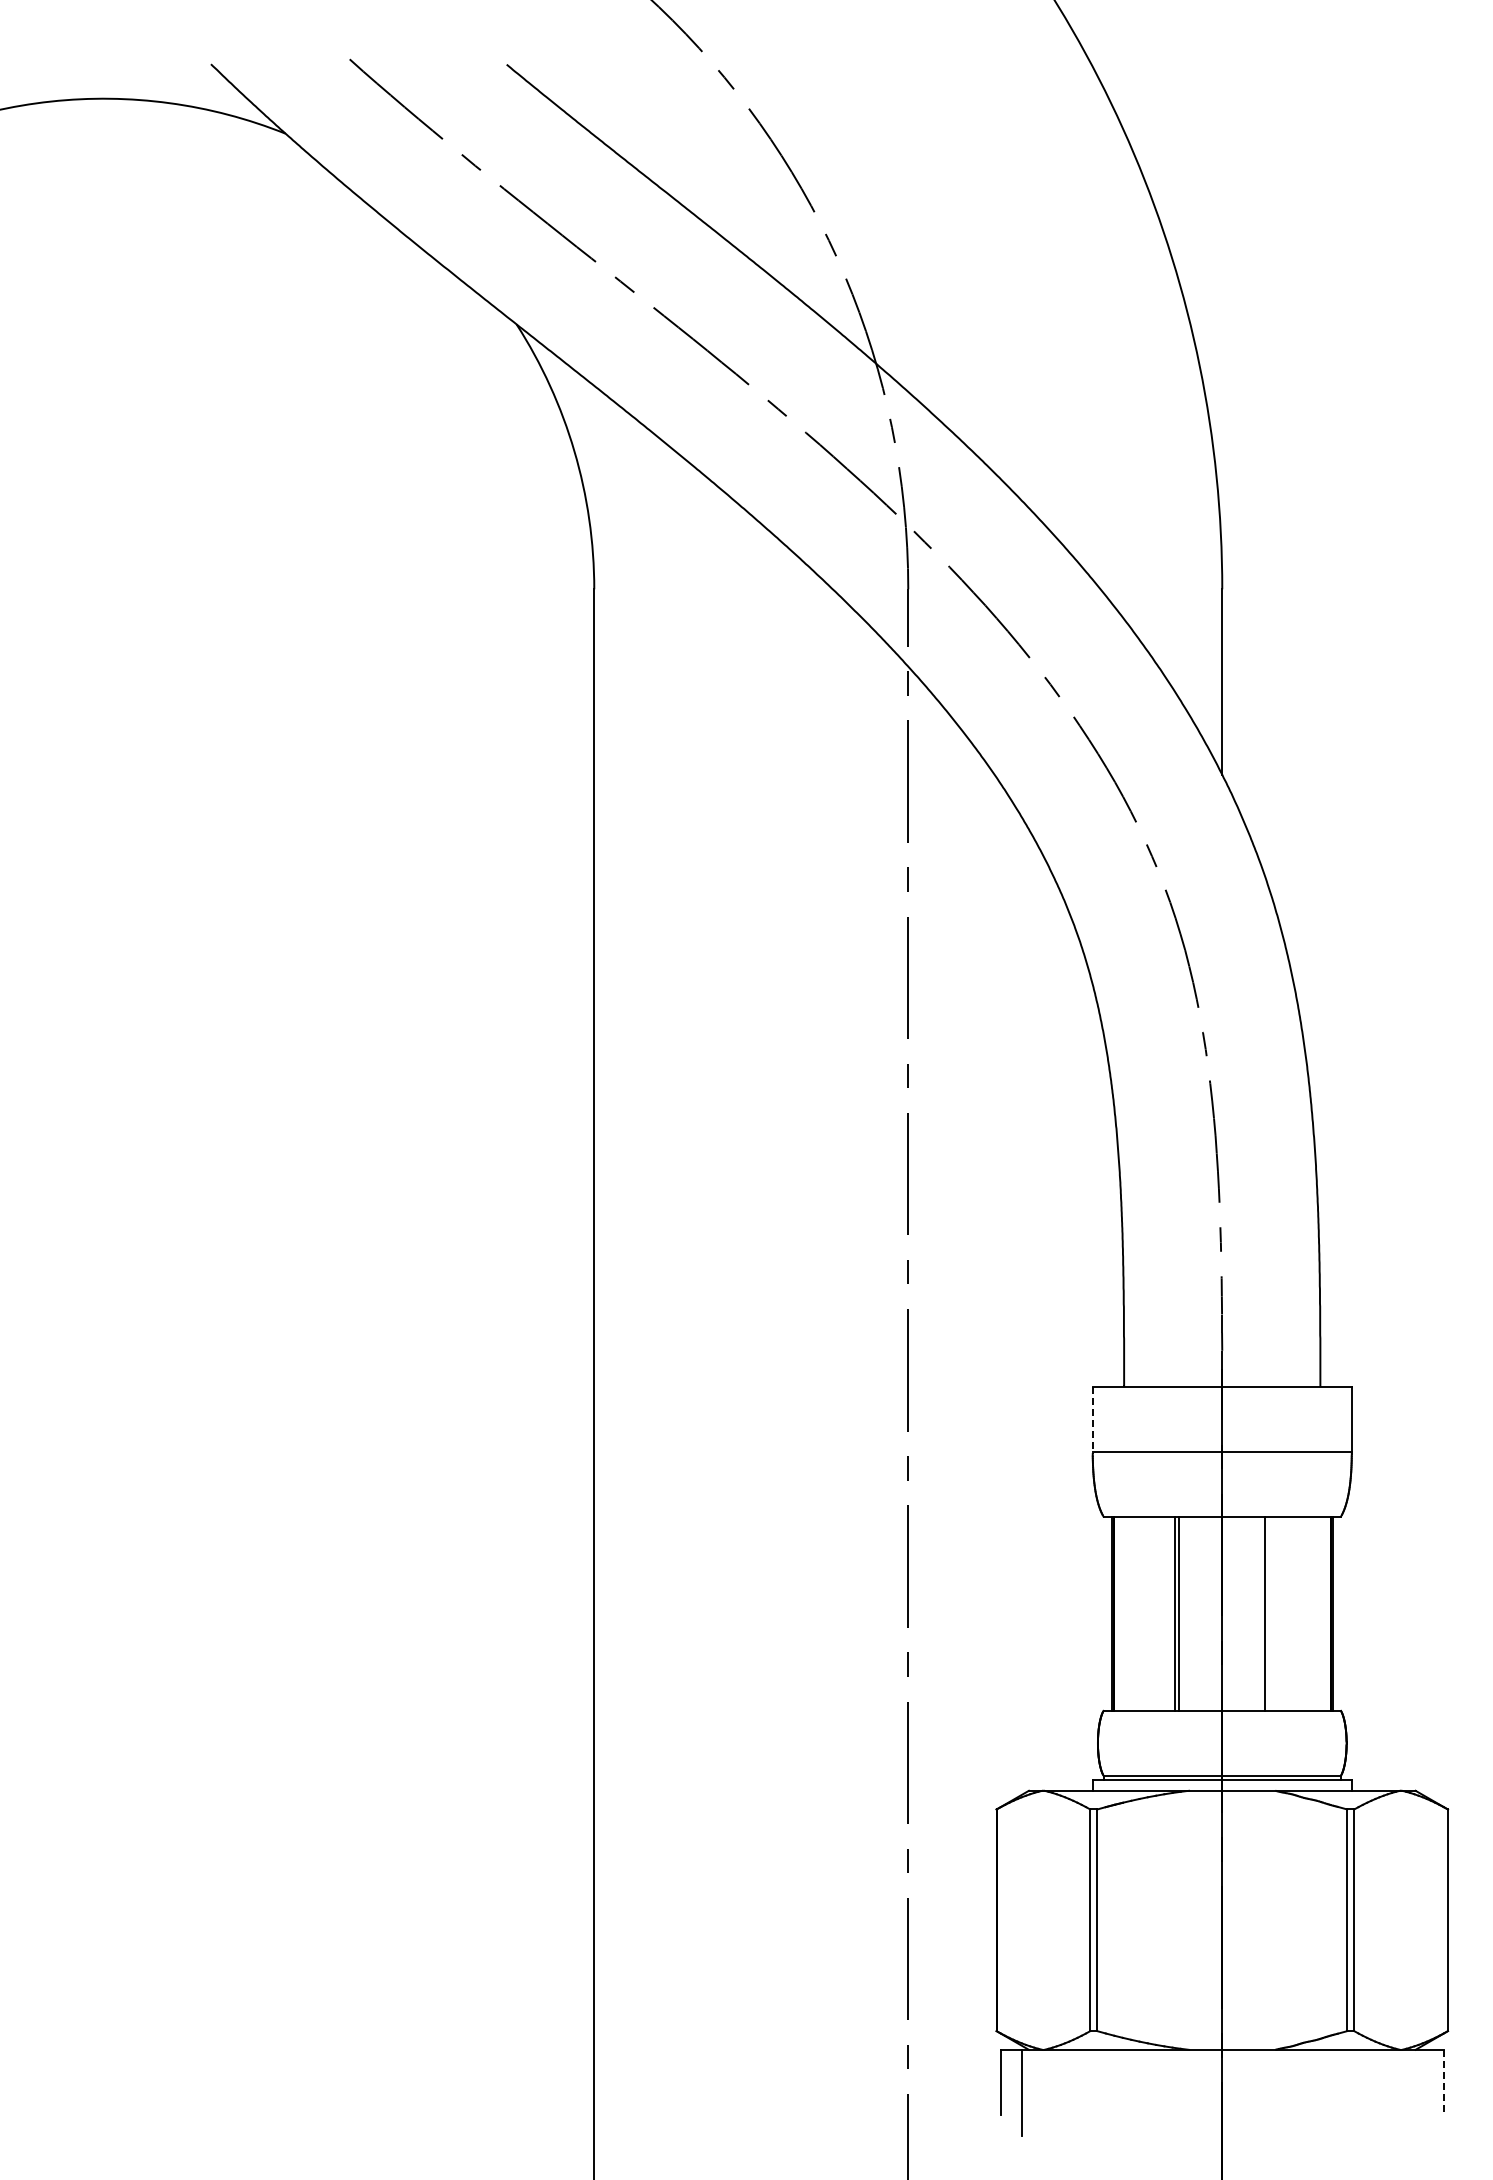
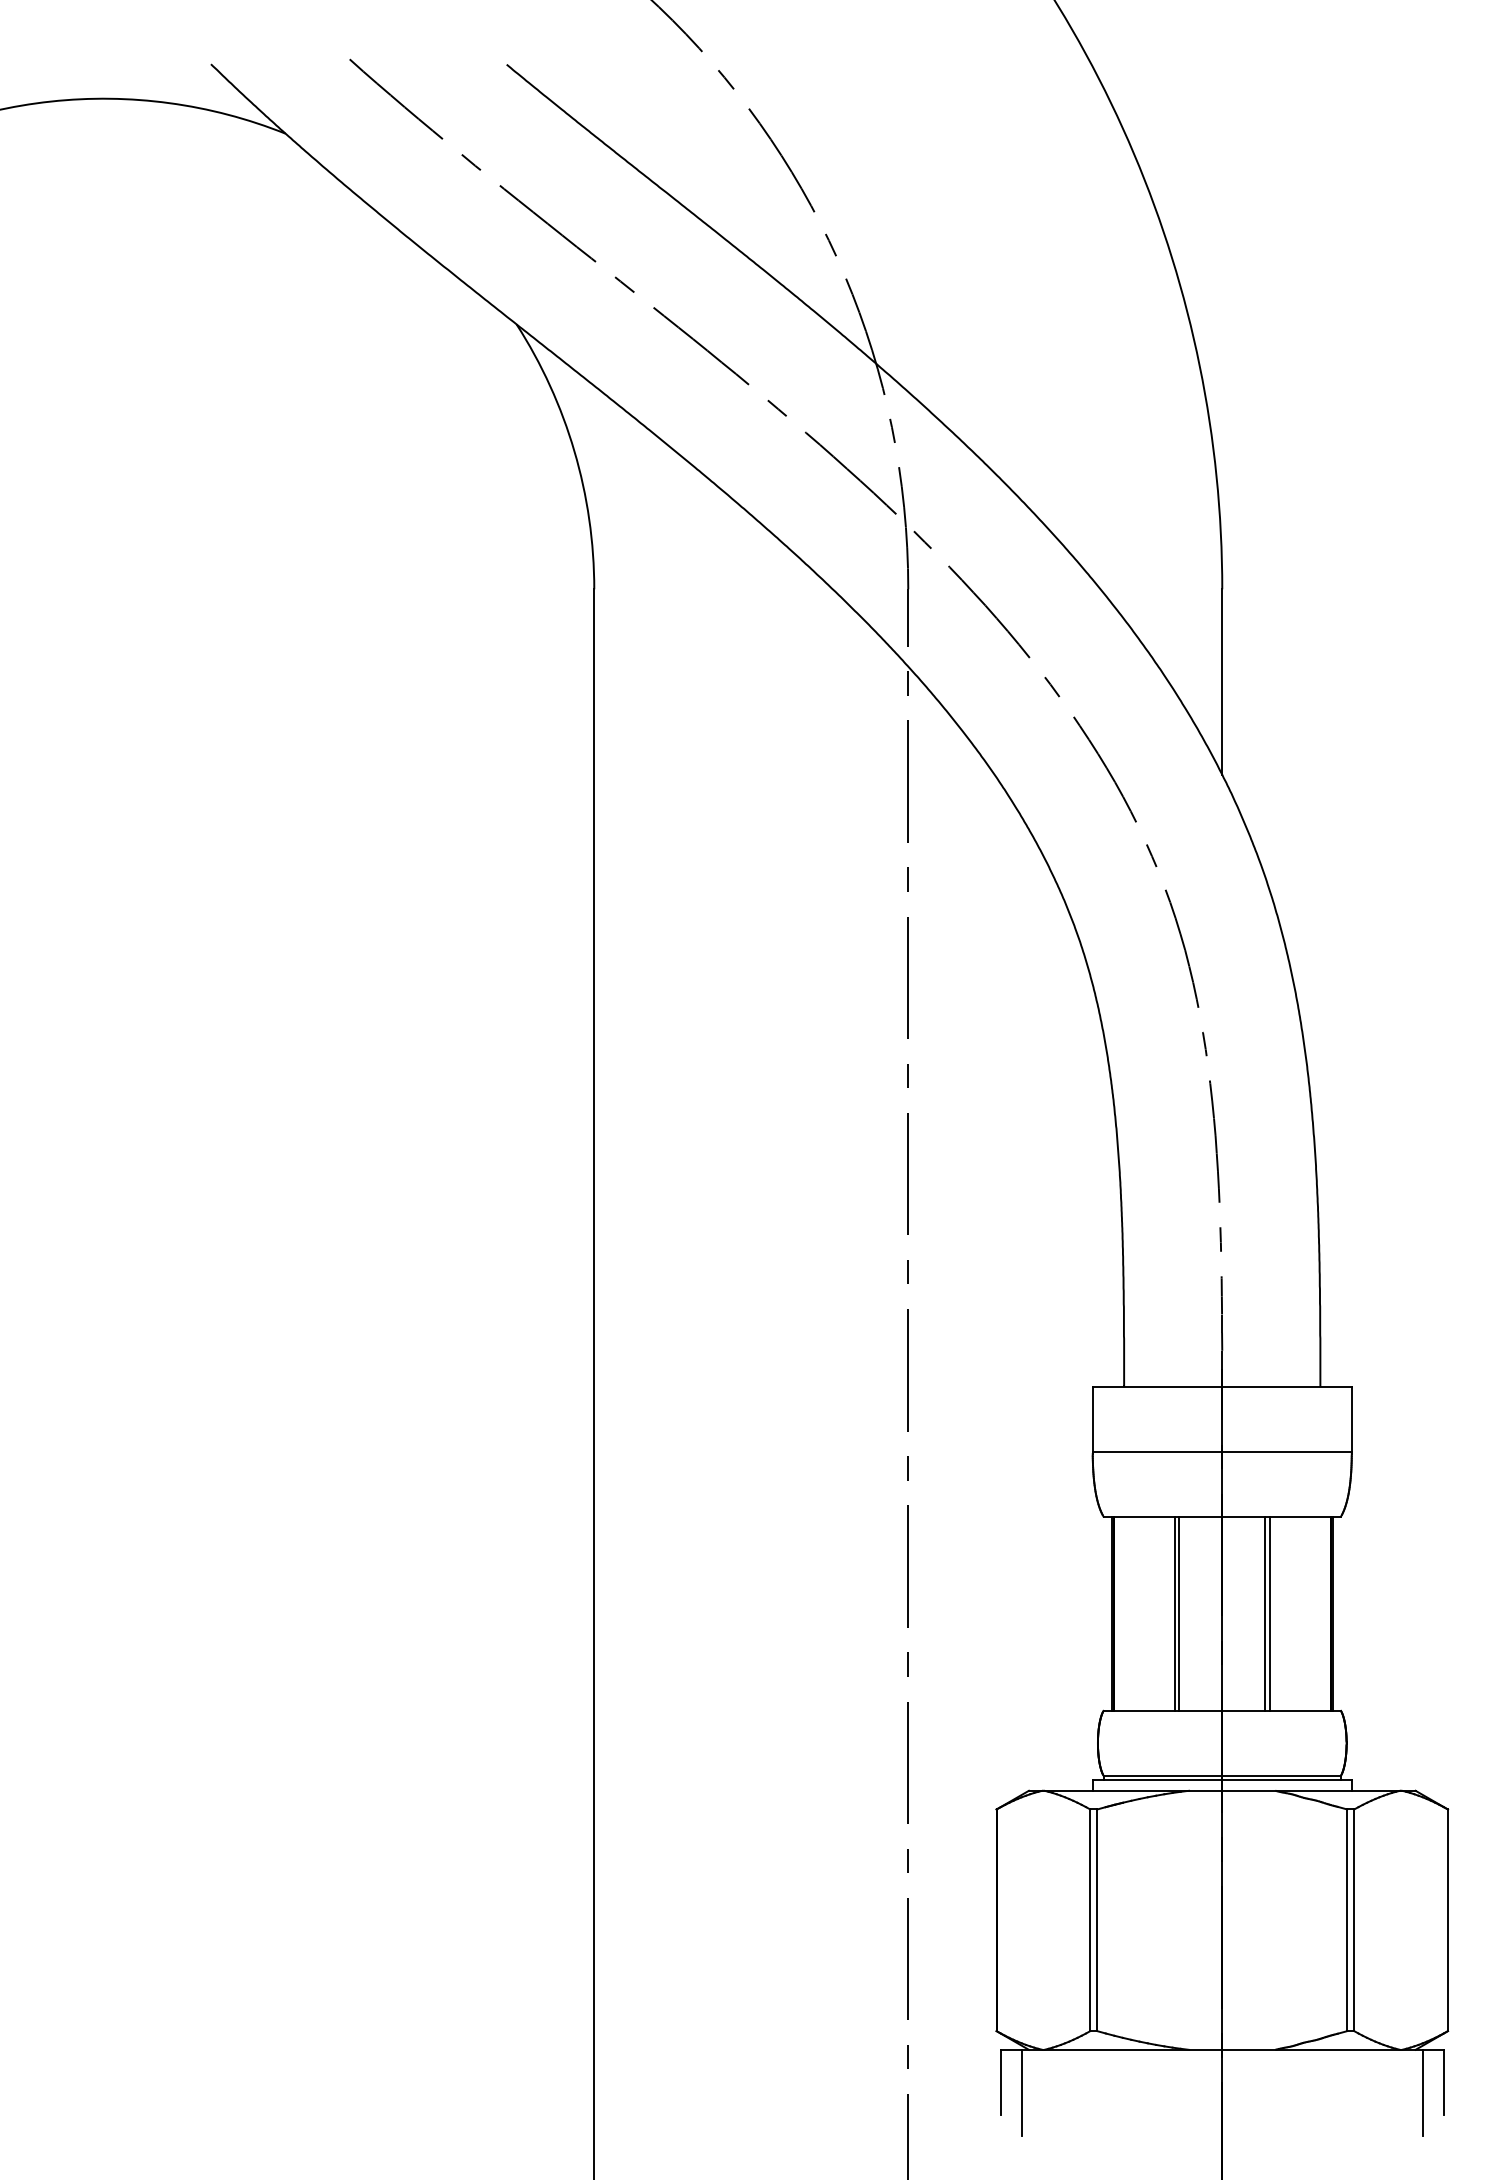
line at (1092, 1421): dashed -> solid
line at (1269, 1613): none -> present
line at (1443, 2082): dashed -> solid
line at (1423, 2092): none -> present
